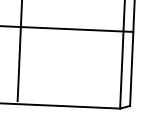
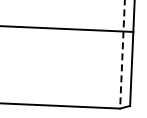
line at (19, 51): present -> none
line at (122, 54): solid -> dashed
